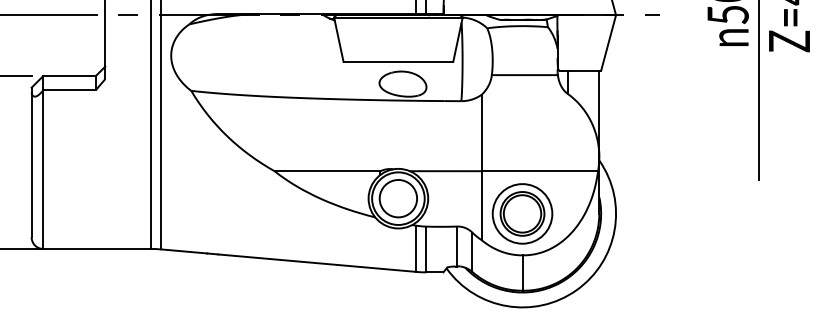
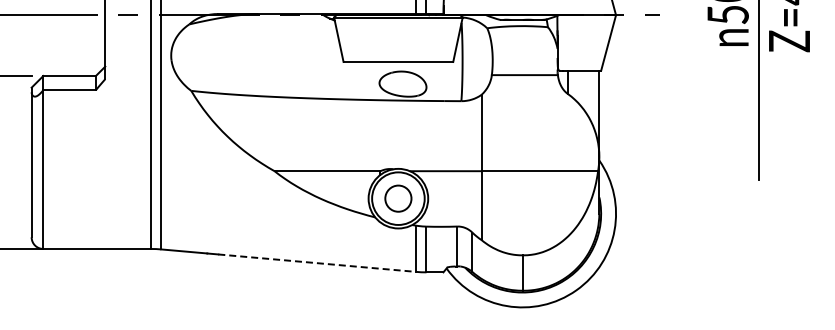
circle at (398, 198) diameter: 37 px -> 26 px
part at (522, 213): present -> none
line at (317, 263): solid -> dashed
